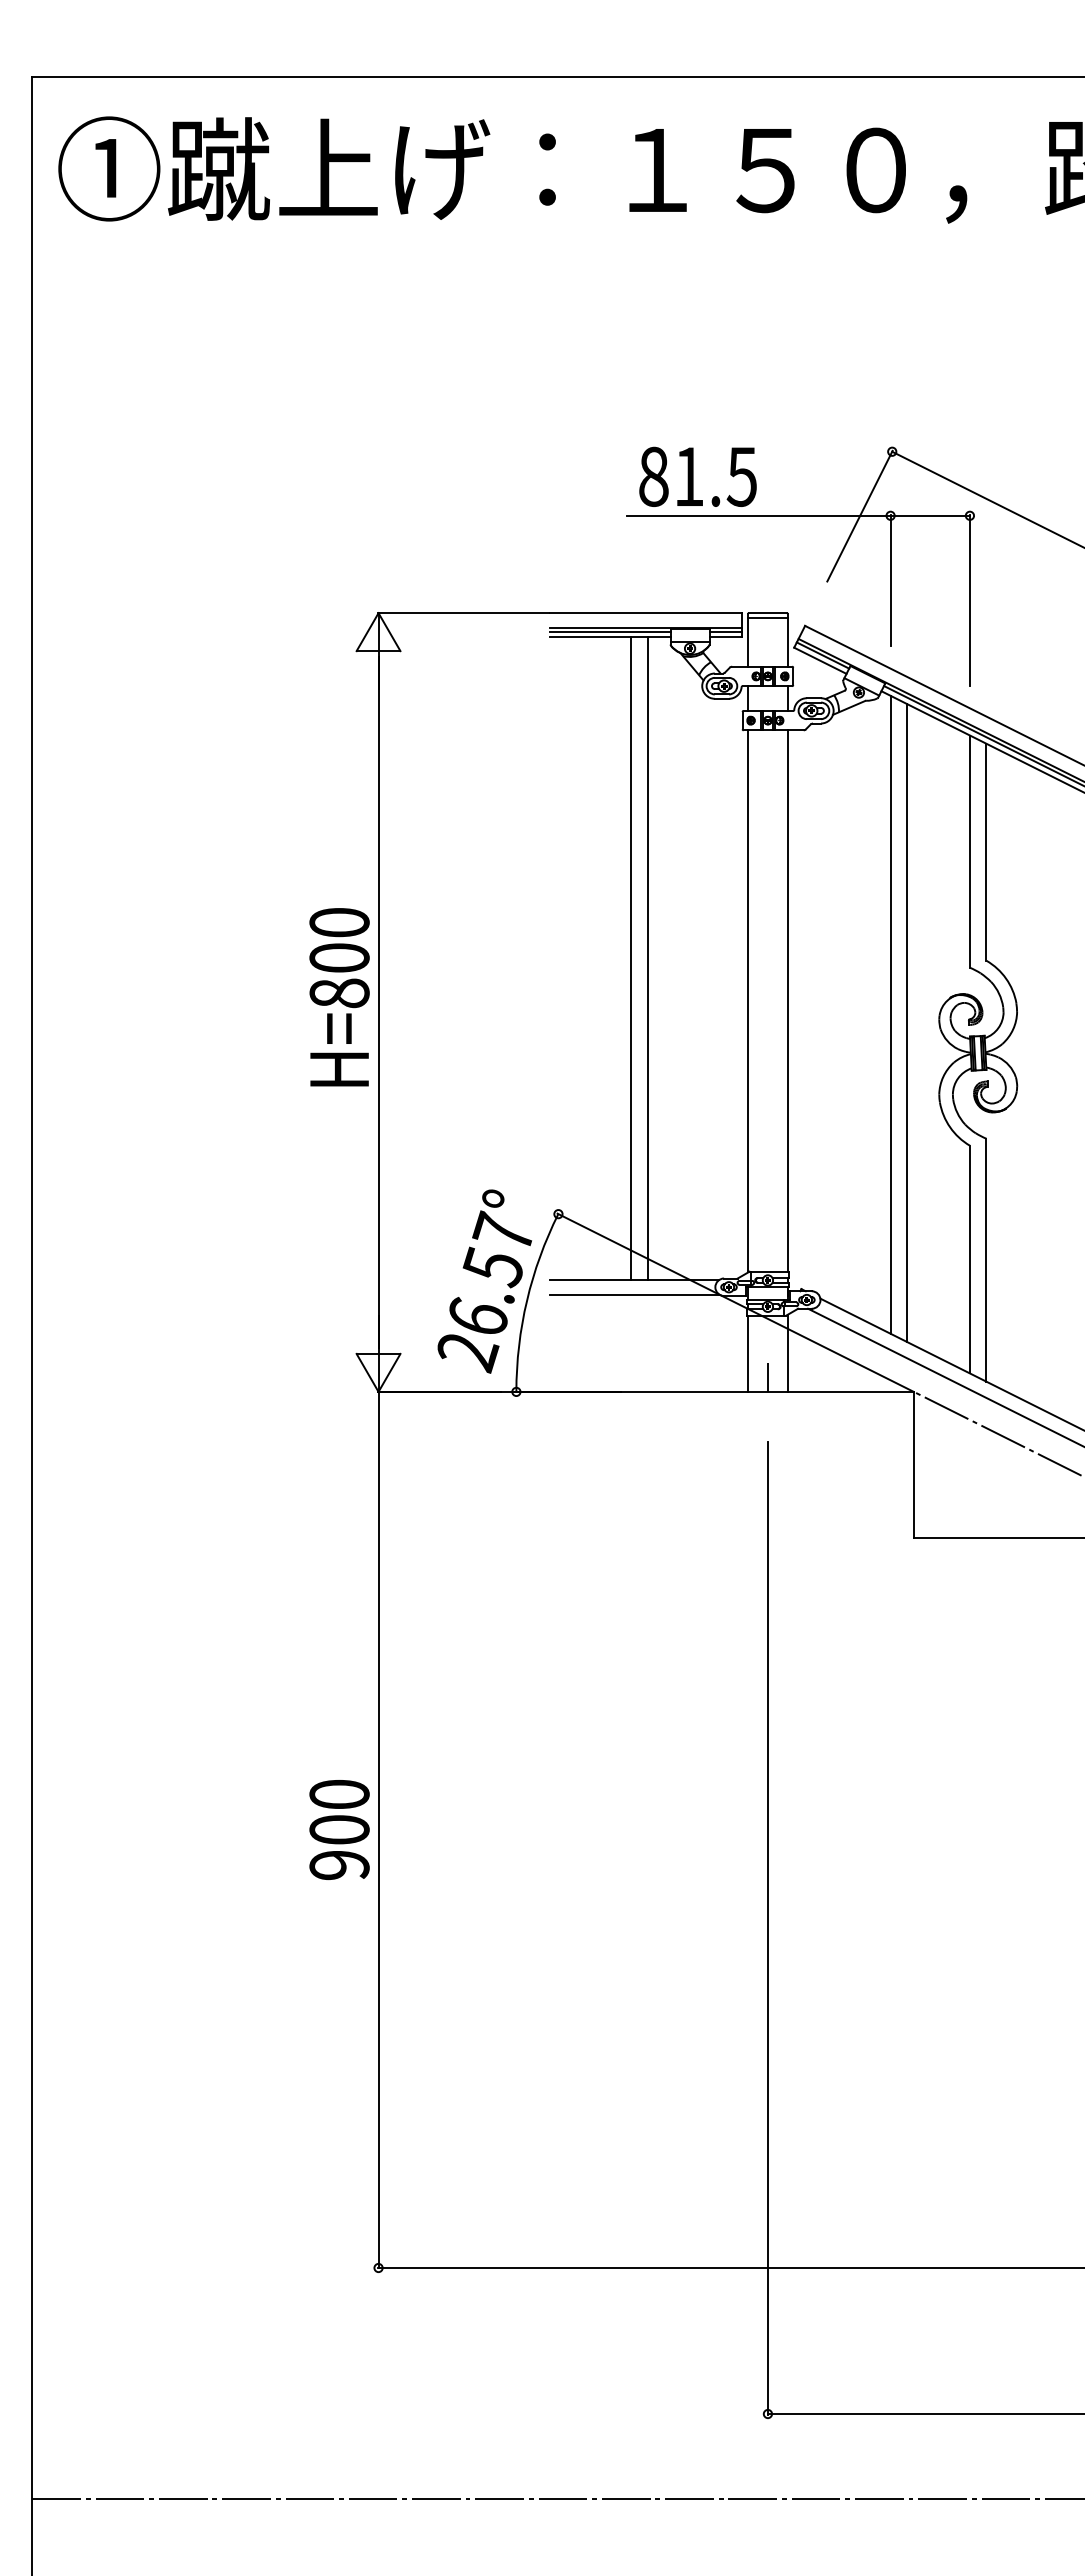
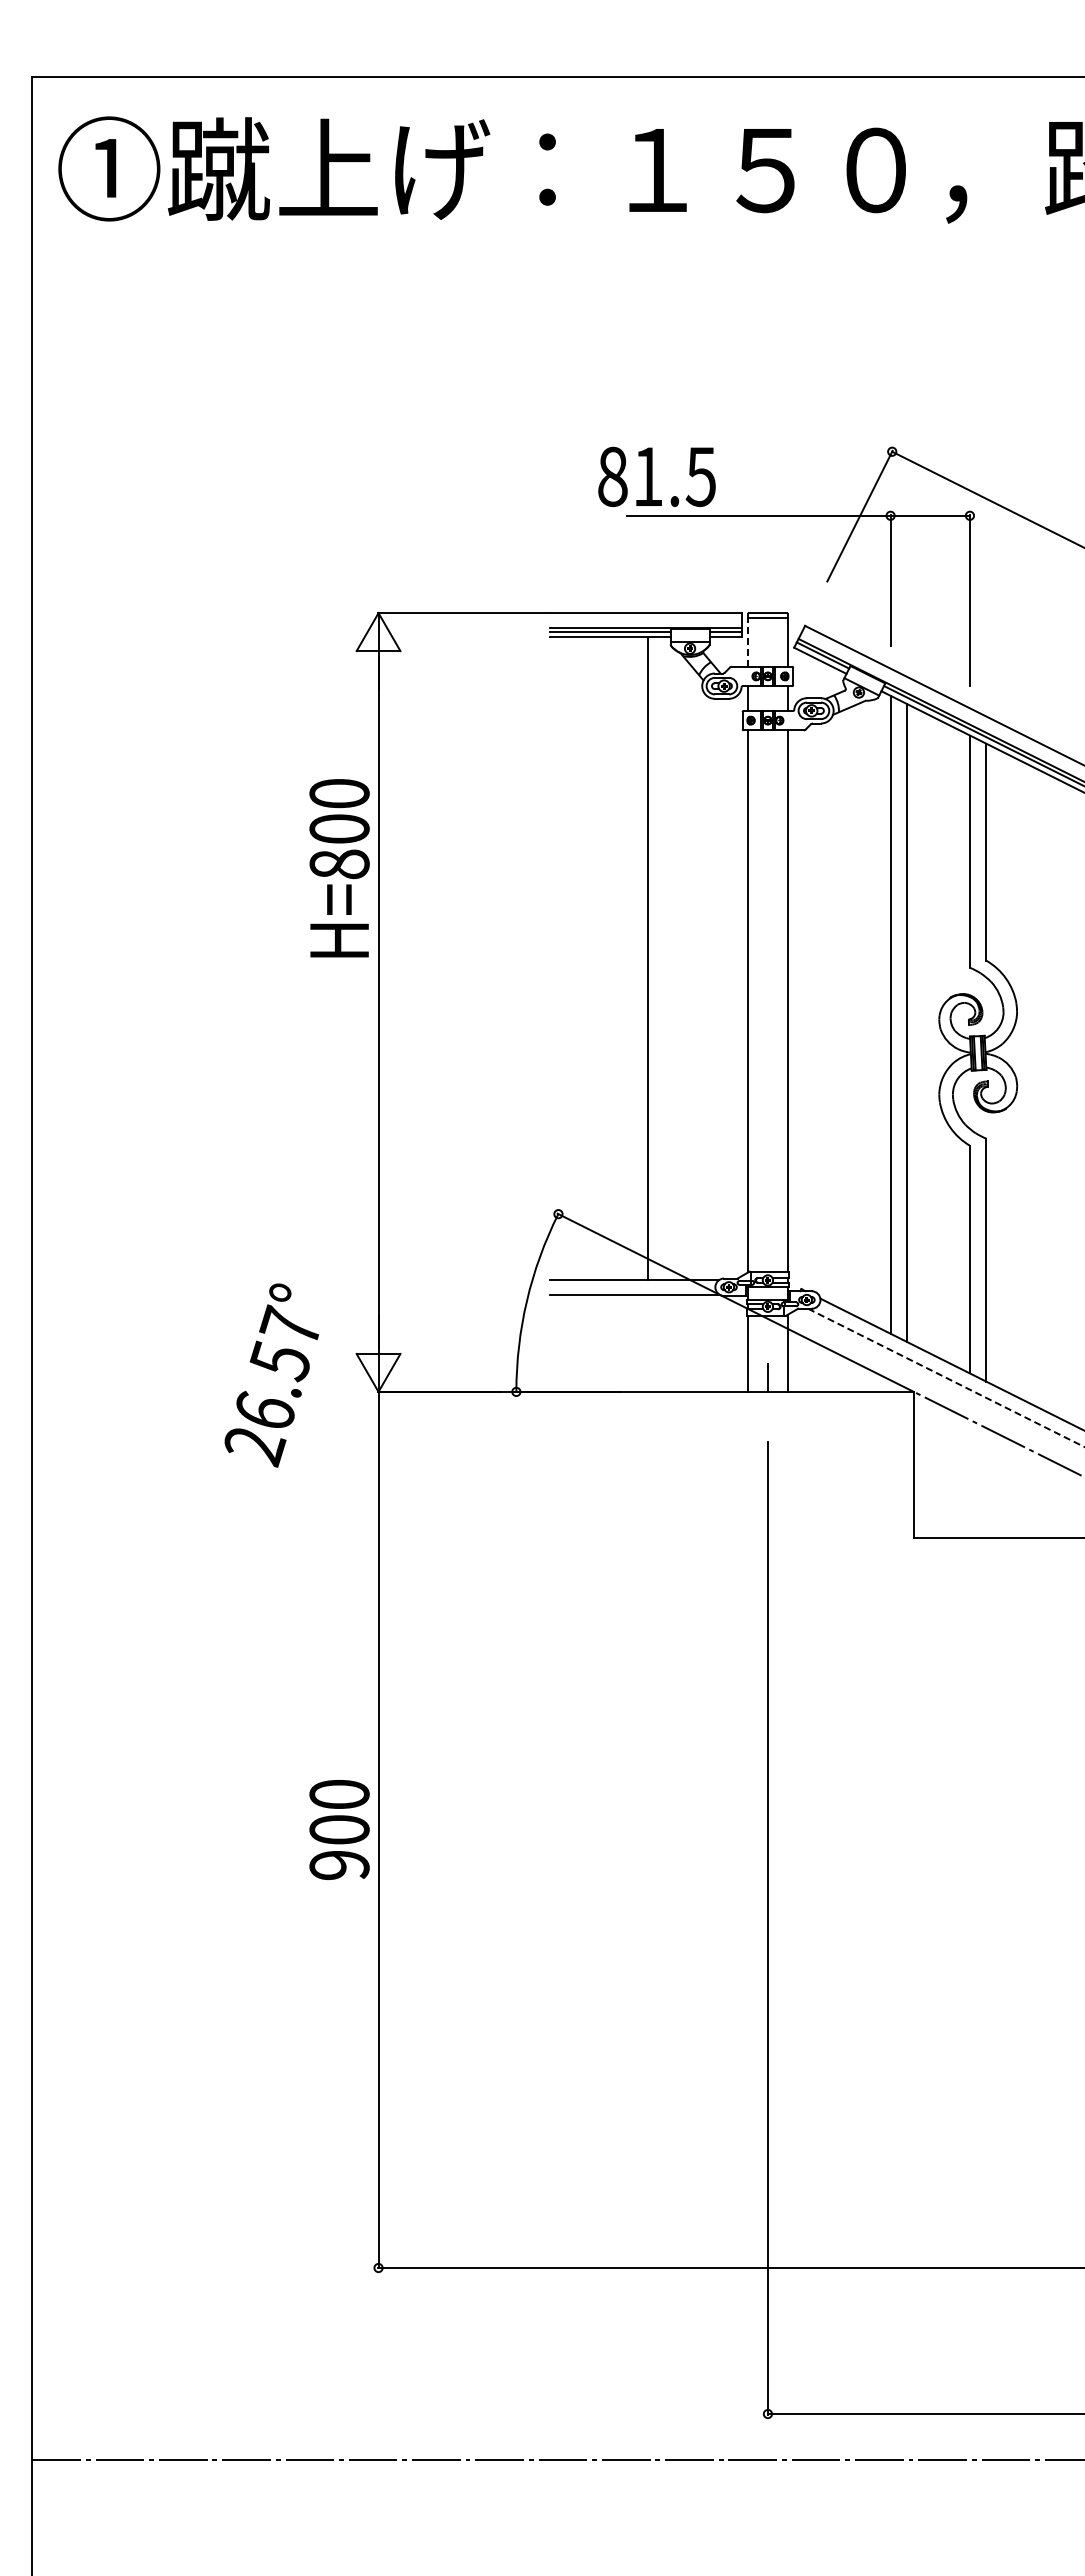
text at (697, 476) position: (697, 476) -> (656, 476)
line at (748, 641): solid -> dashed
line at (631, 958): present -> none
text at (339, 997) position: (339, 997) -> (339, 868)
text at (484, 1281) position: (484, 1281) -> (271, 1375)
line at (946, 1378): solid -> dashed
line at (556, 2498) position: (556, 2498) -> (556, 2459)
